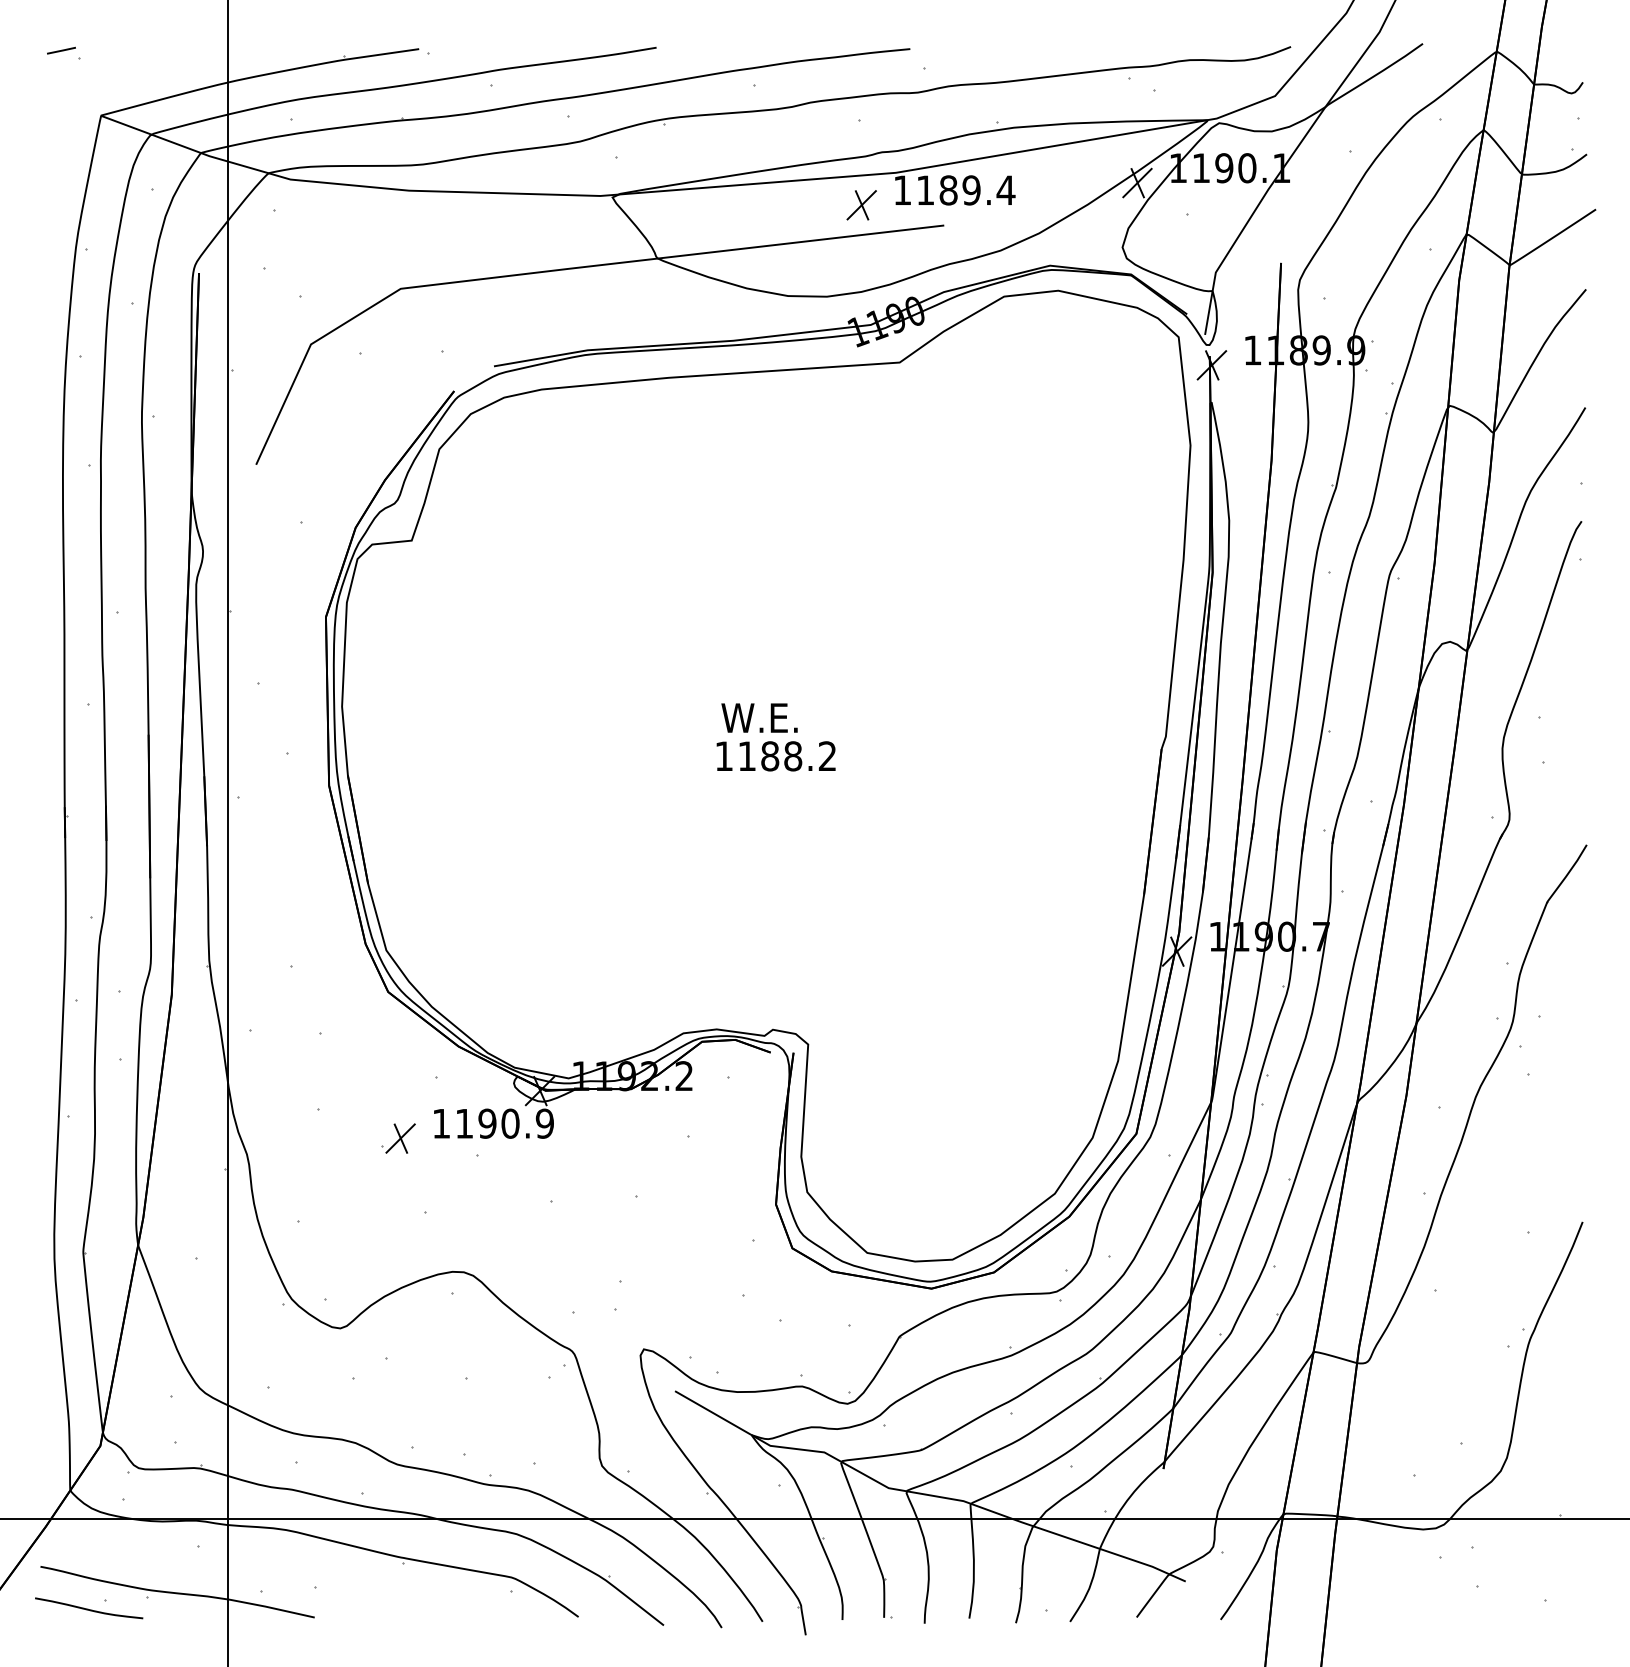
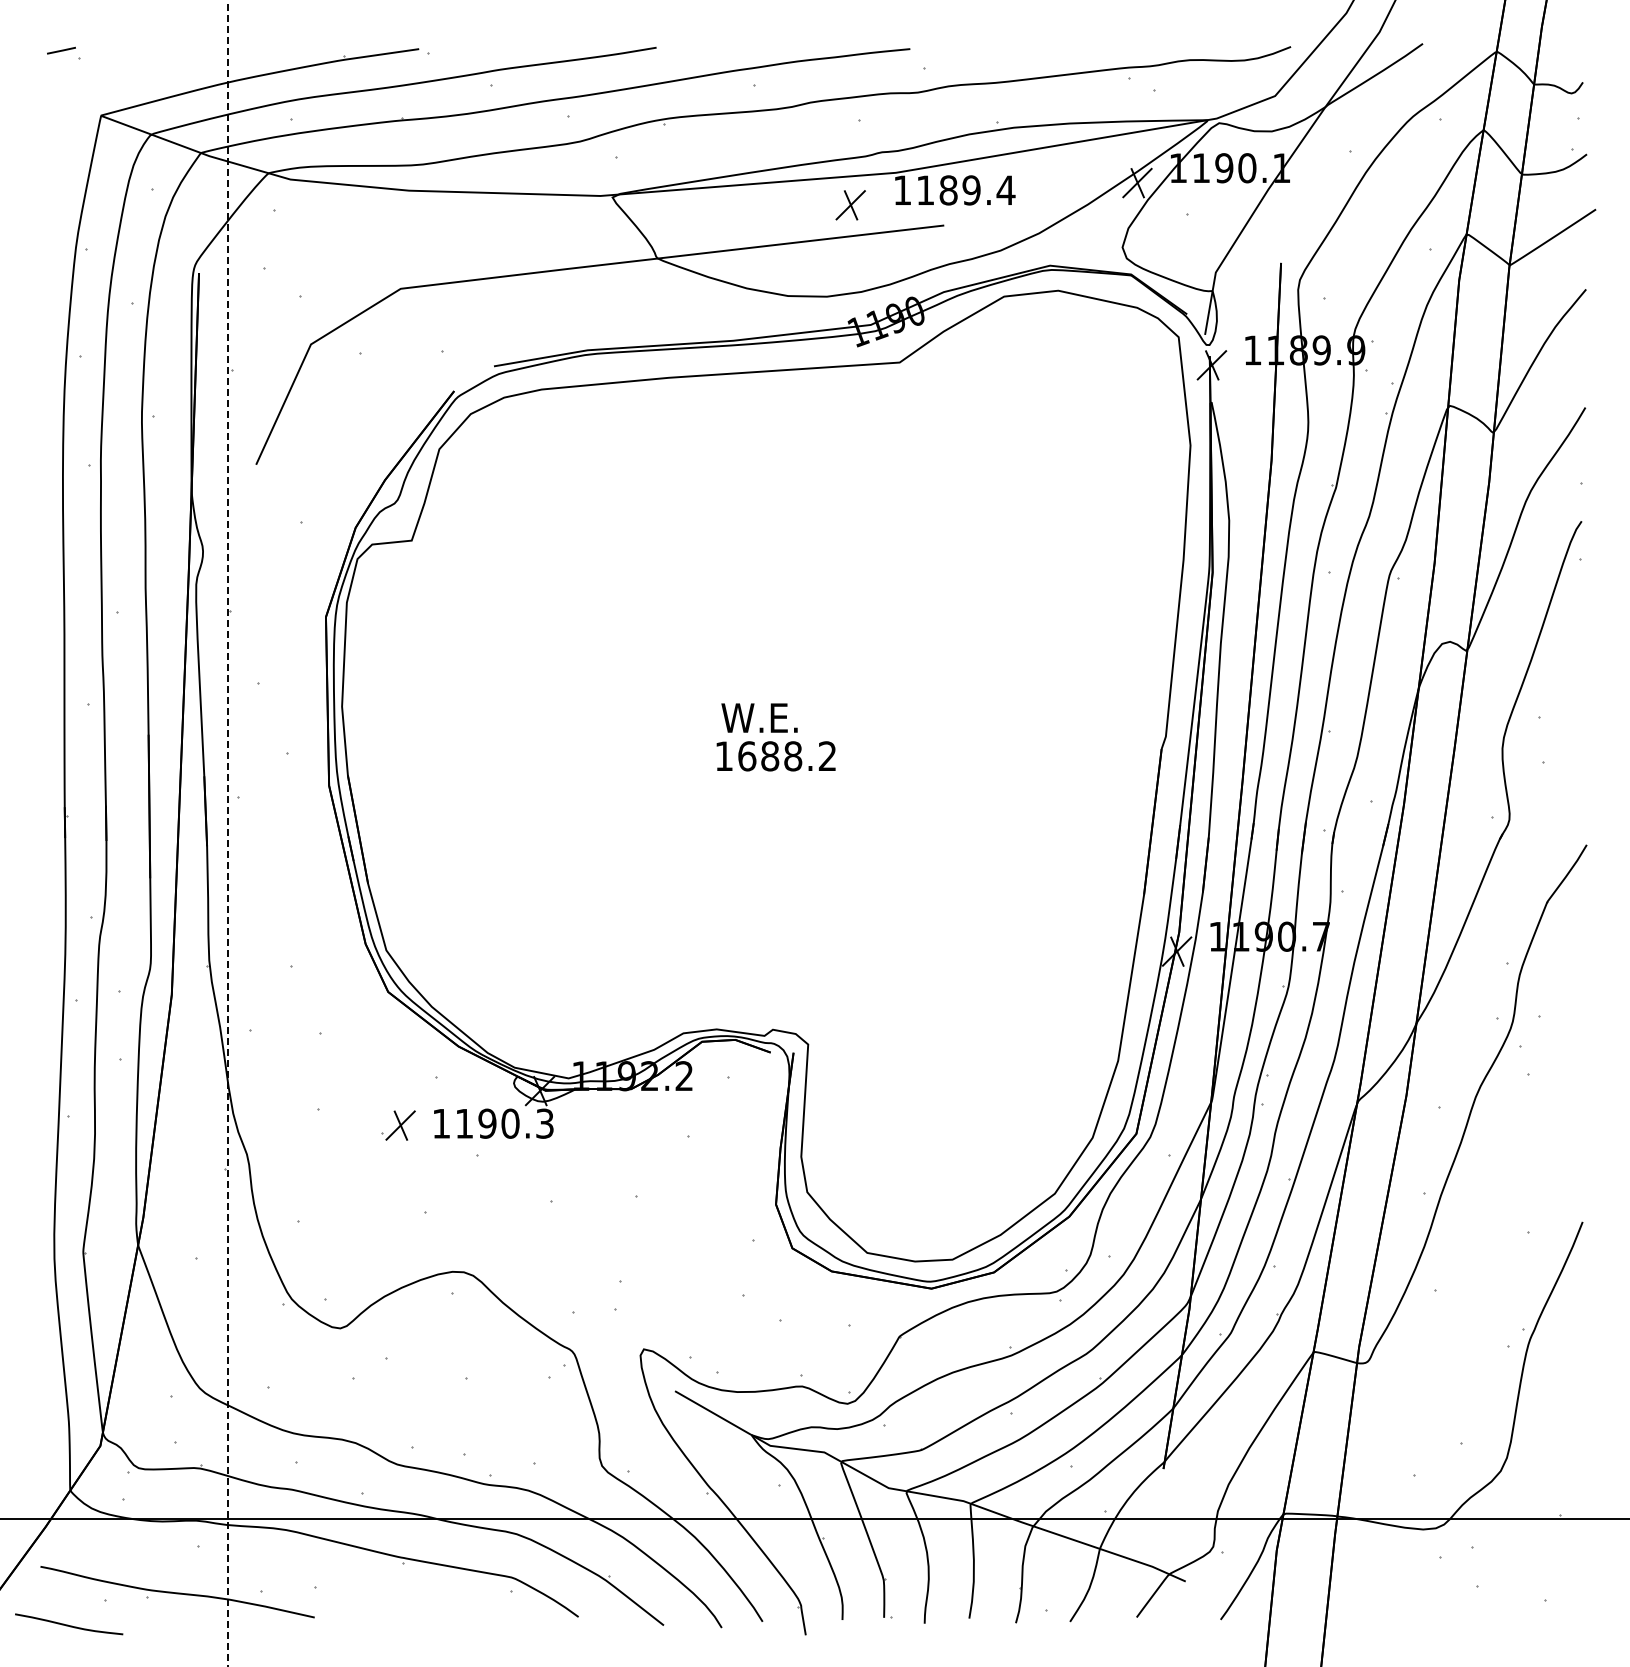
part at (861, 205) position: (861, 205) -> (850, 205)
text at (747, 756): 1188.2 -> 1688.2
line at (228, 833): solid -> dashed
text at (544, 1123): 1190.9 -> 1190.3
part at (398, 1138) position: (398, 1138) -> (398, 1125)
curve at (88, 1608) position: (88, 1608) -> (68, 1624)
